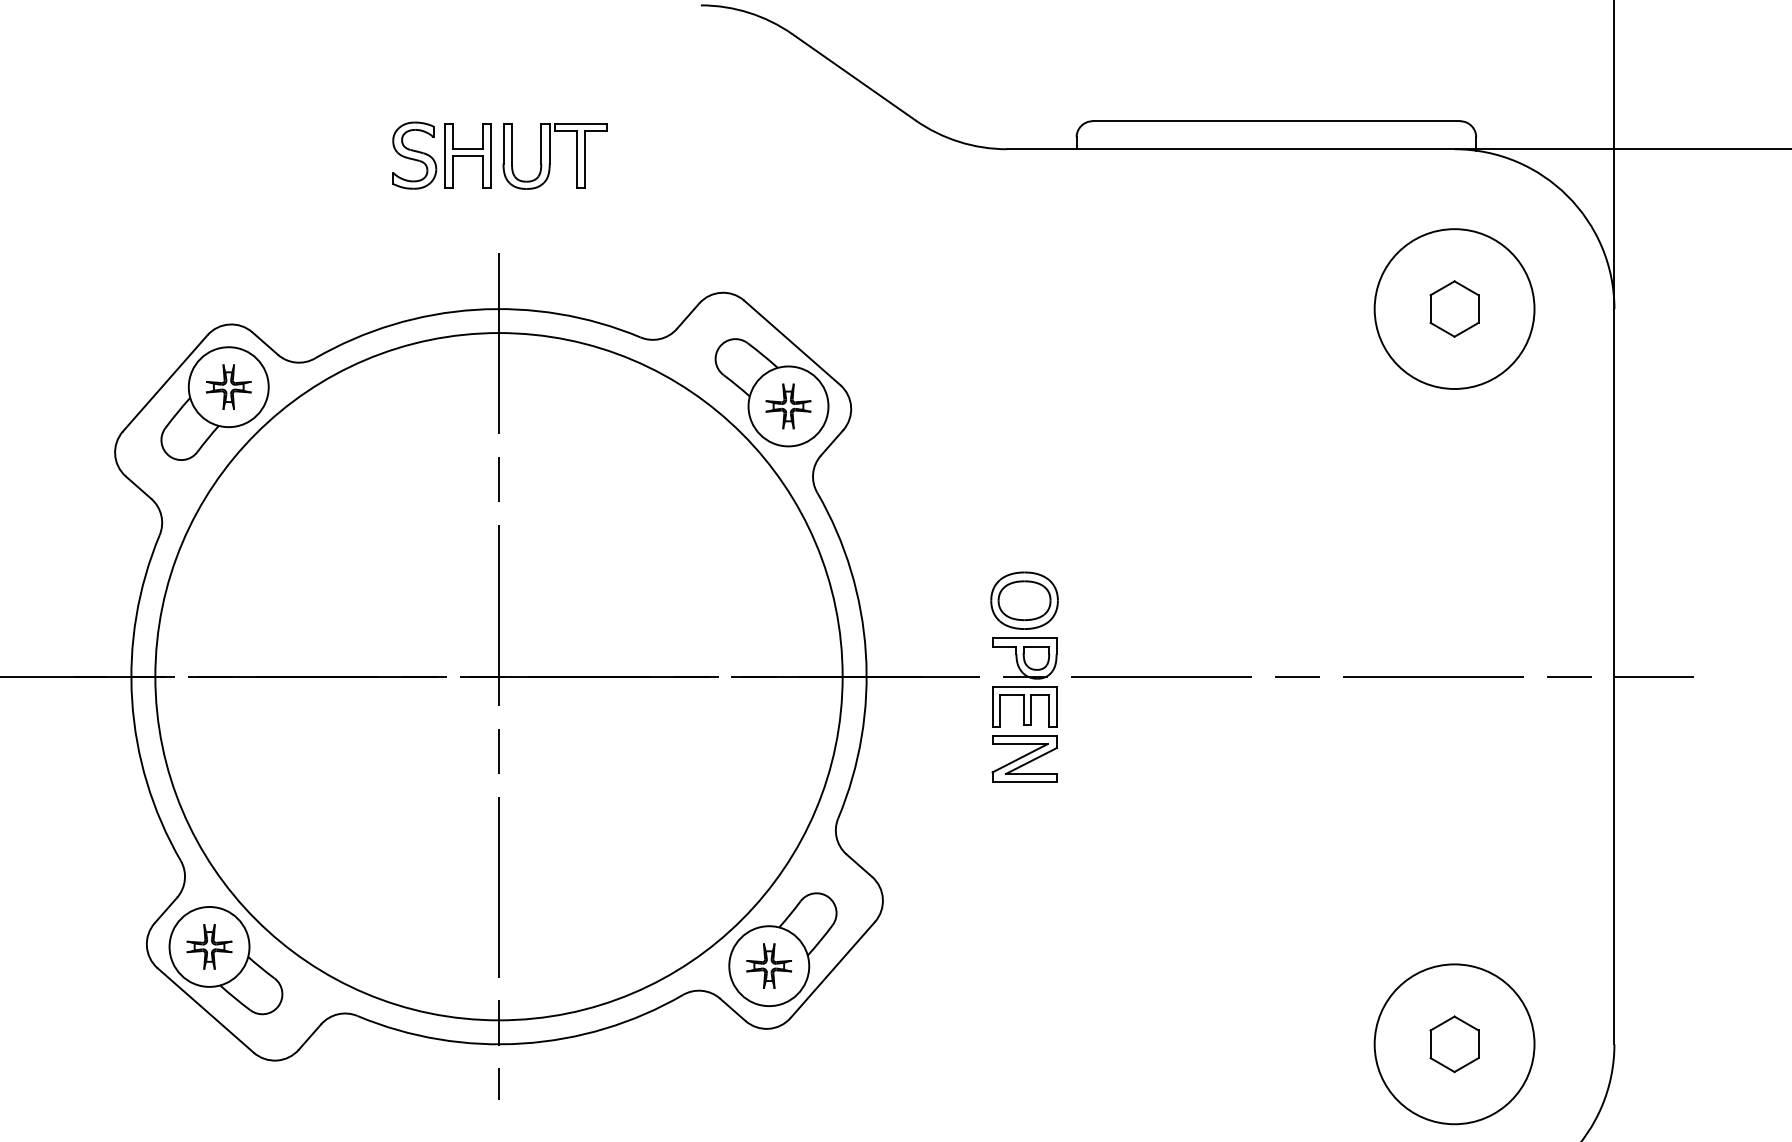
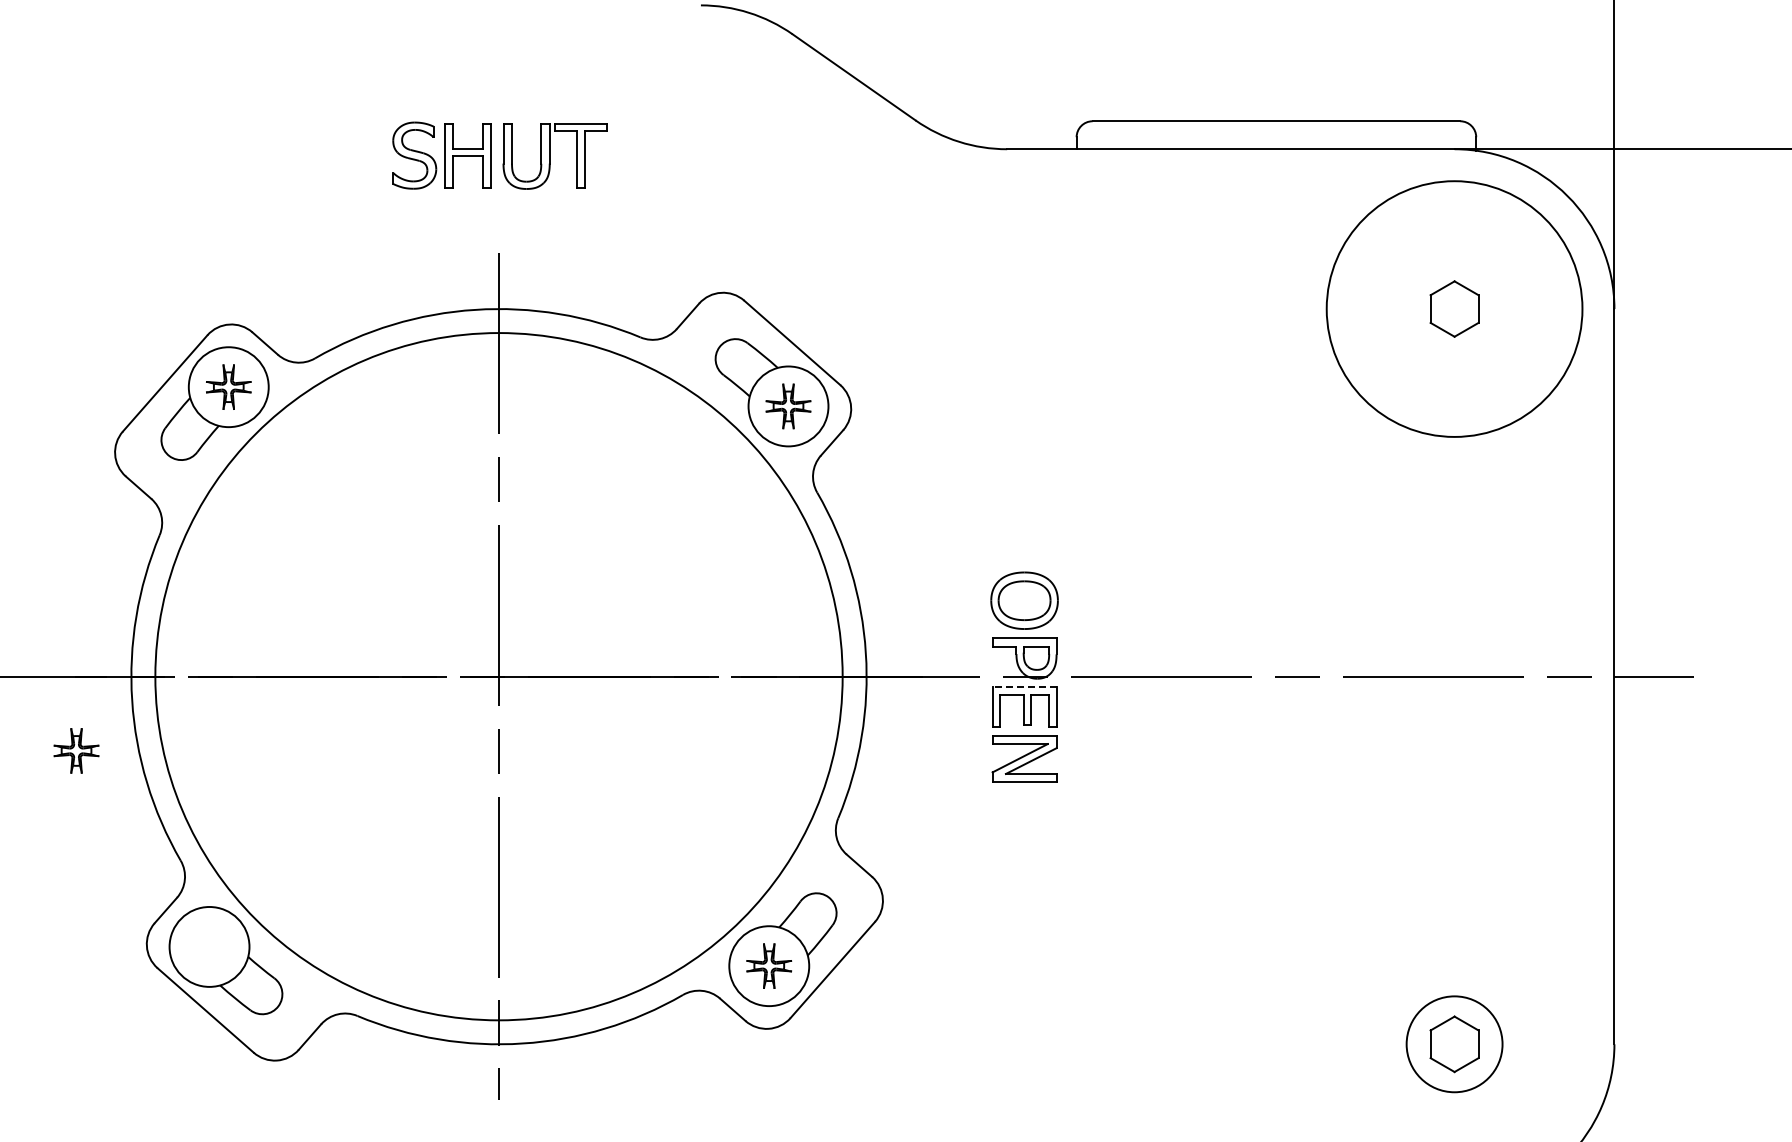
circle at (1454, 308) diameter: 160 px -> 256 px
line at (1024, 686): solid -> dashed
part at (209, 946) position: (209, 946) -> (76, 750)
circle at (1454, 1044) diameter: 160 px -> 96 px
